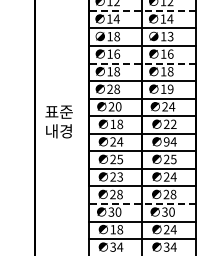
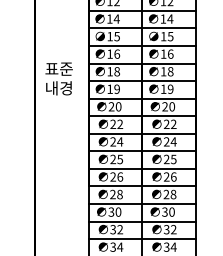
line at (142, 10): dashed -> solid
text at (170, 35): 13 -> 15
text at (116, 36): 18 -> 15
line at (142, 63): dashed -> solid
text at (113, 88): 28 -> 19
text at (172, 106): 24 -> 20
text at (58, 121) position: (58, 121) -> (58, 78)
text at (116, 124): 18 -> 22
text at (166, 141): 94 -> 24
text at (120, 176): 23 -> 26
text at (173, 176): 24 -> 26
line at (142, 203): dashed -> solid
text at (116, 229): 18 -> 32
text at (170, 229): 24 -> 32
